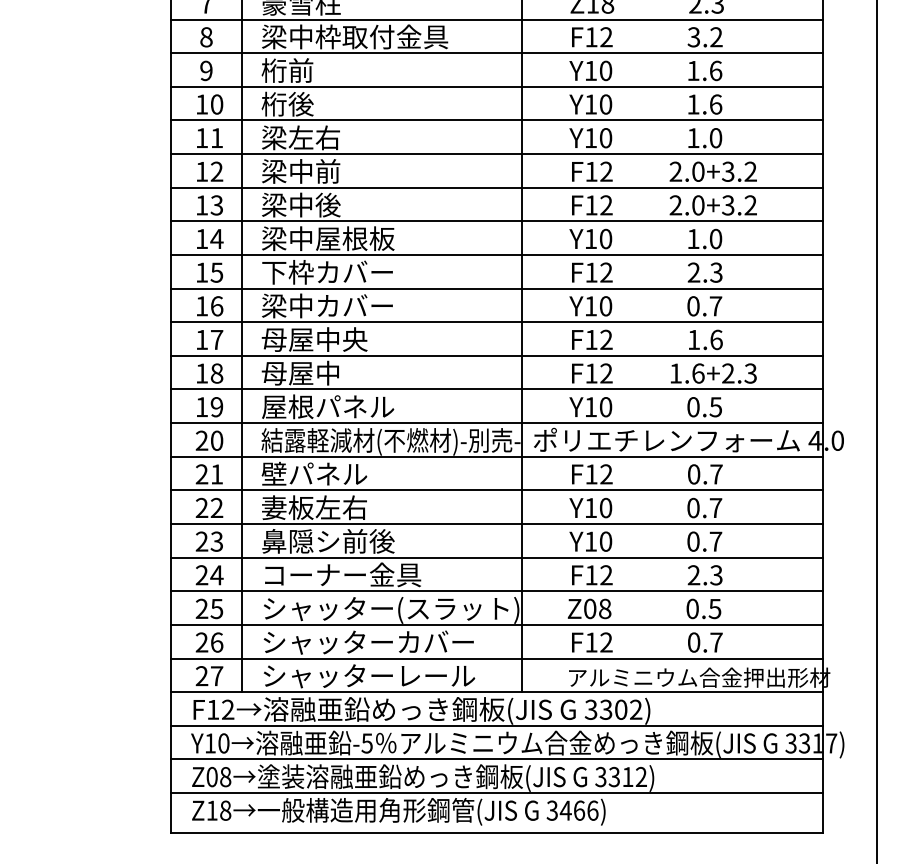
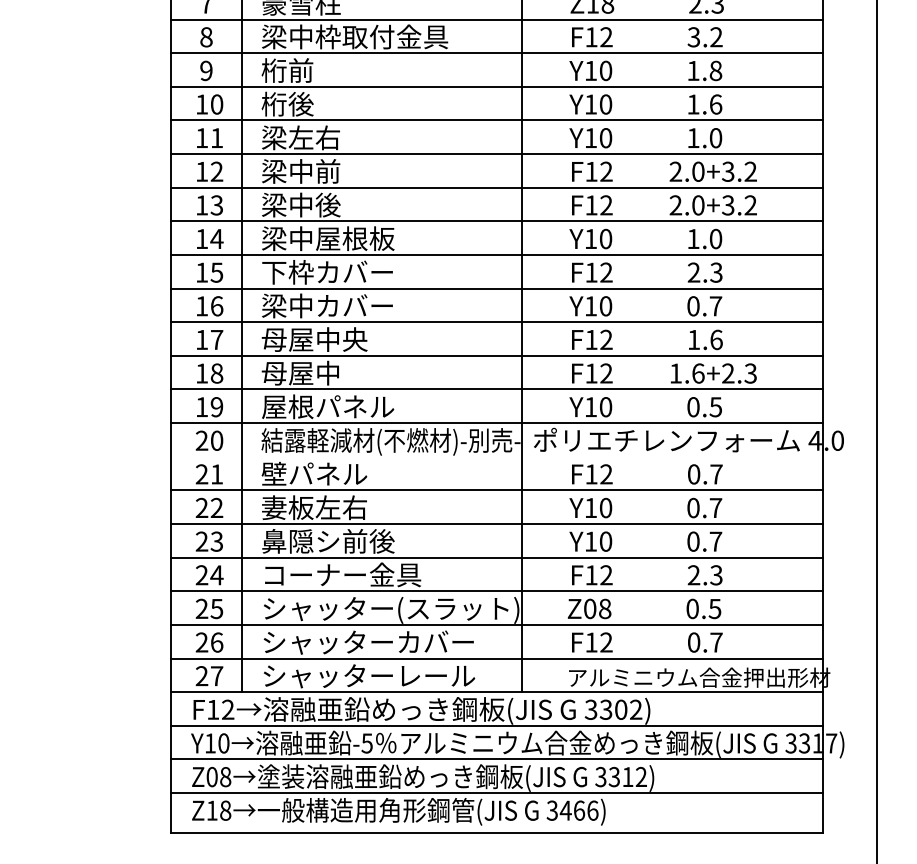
text at (715, 70): 1.6 -> 1.8
line at (496, 456): present -> none
